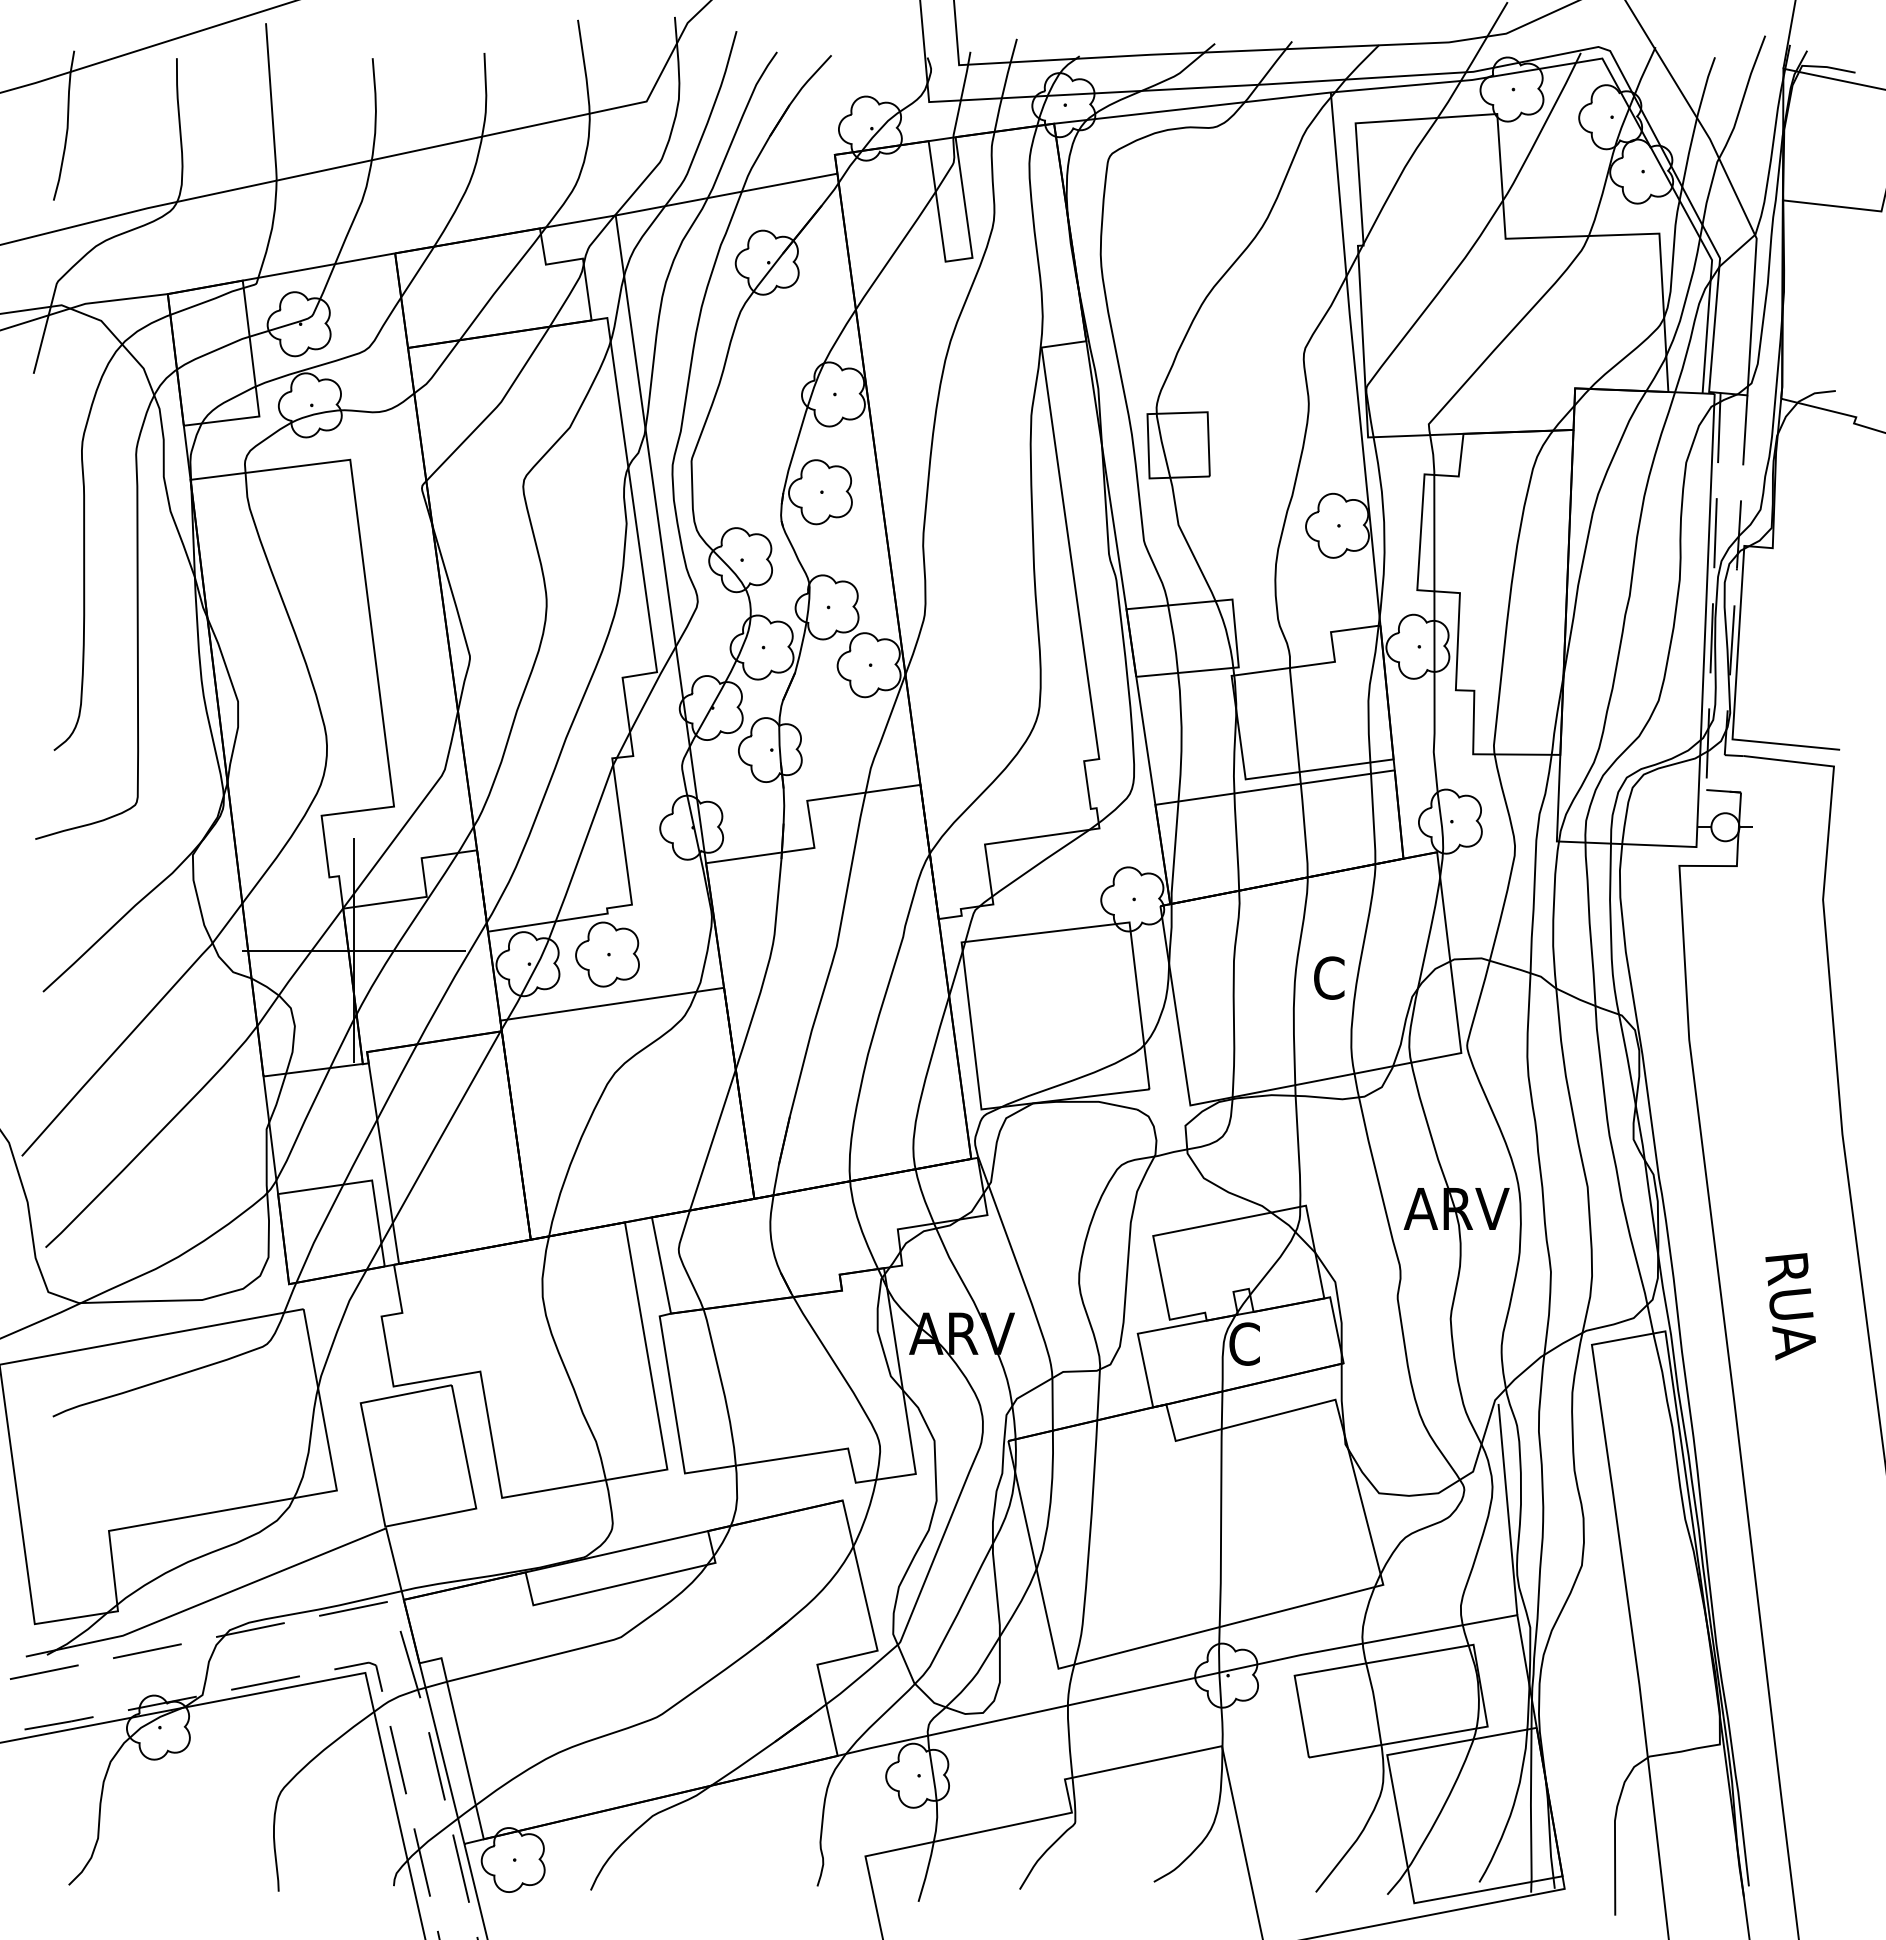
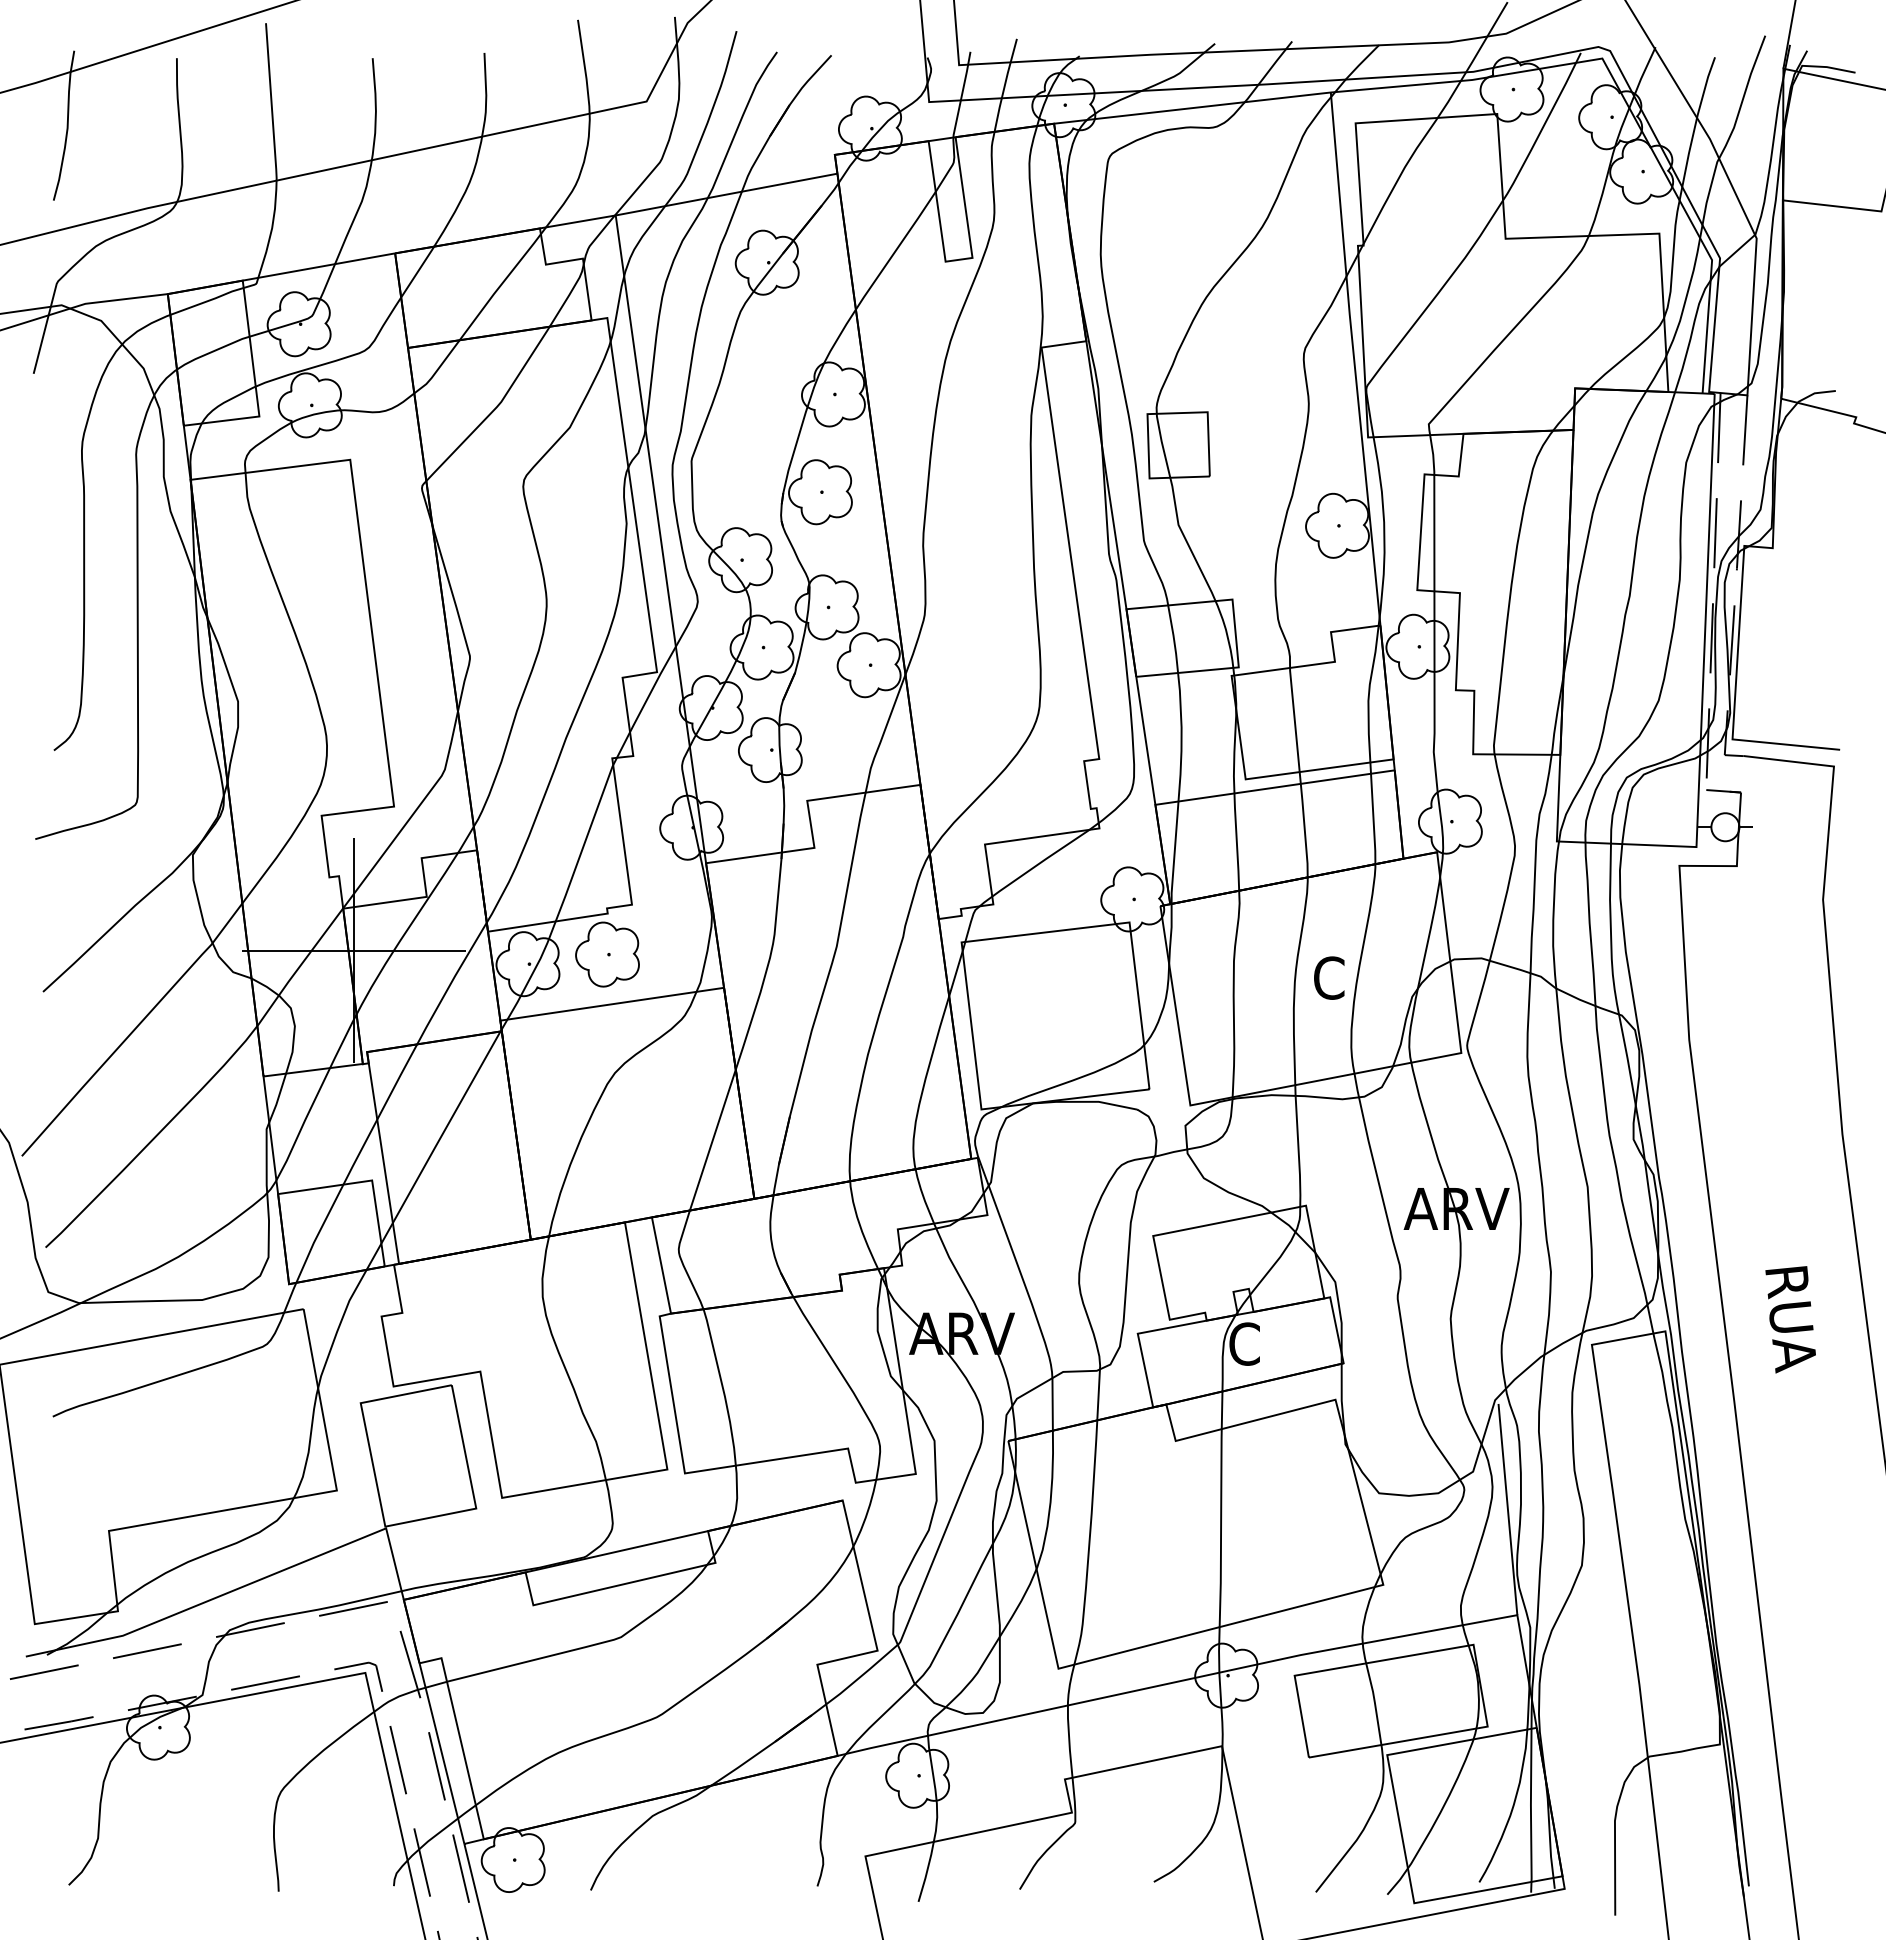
text at (1790, 1306) position: (1790, 1306) -> (1790, 1319)
